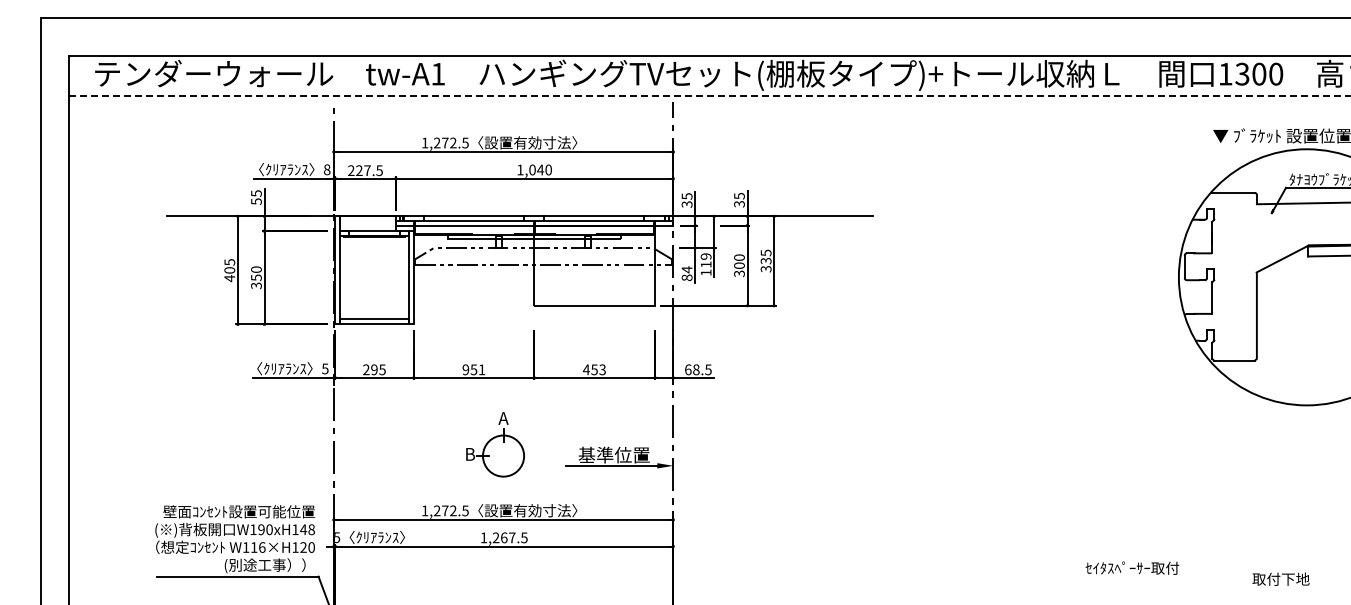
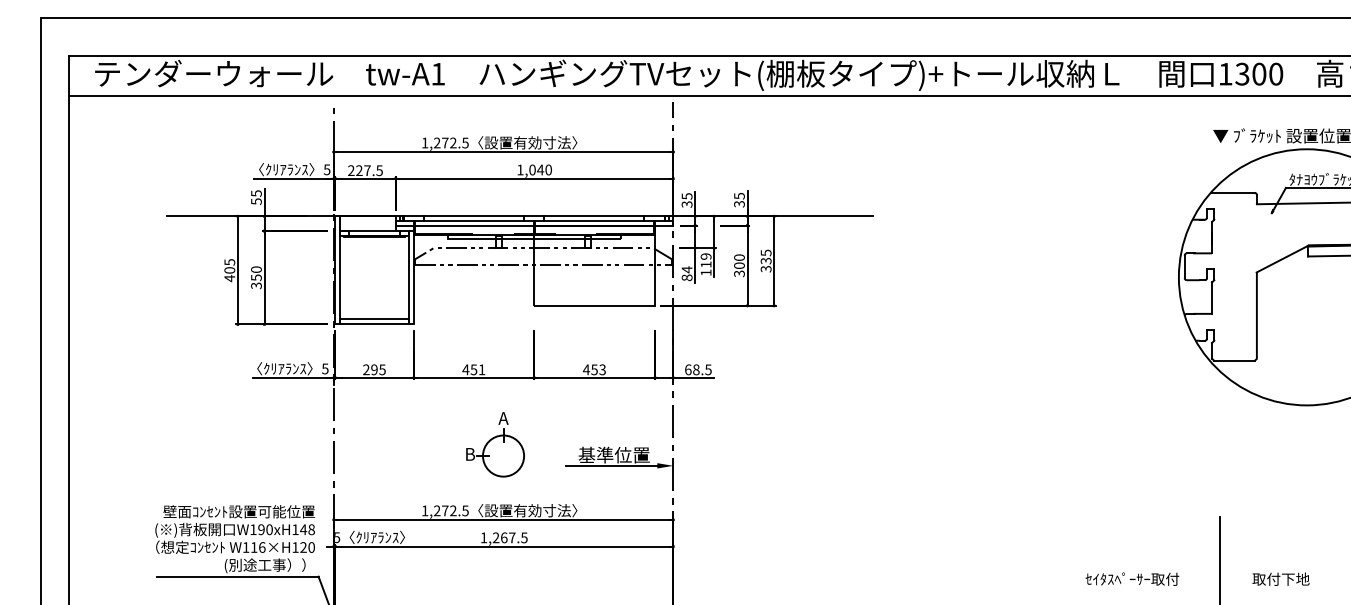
line at (710, 95): dashed -> solid
text at (326, 169): 8 -> 5
text at (465, 369): 951 -> 451
line at (1219, 558): none -> present
text at (1132, 567) position: (1132, 567) -> (1132, 578)
